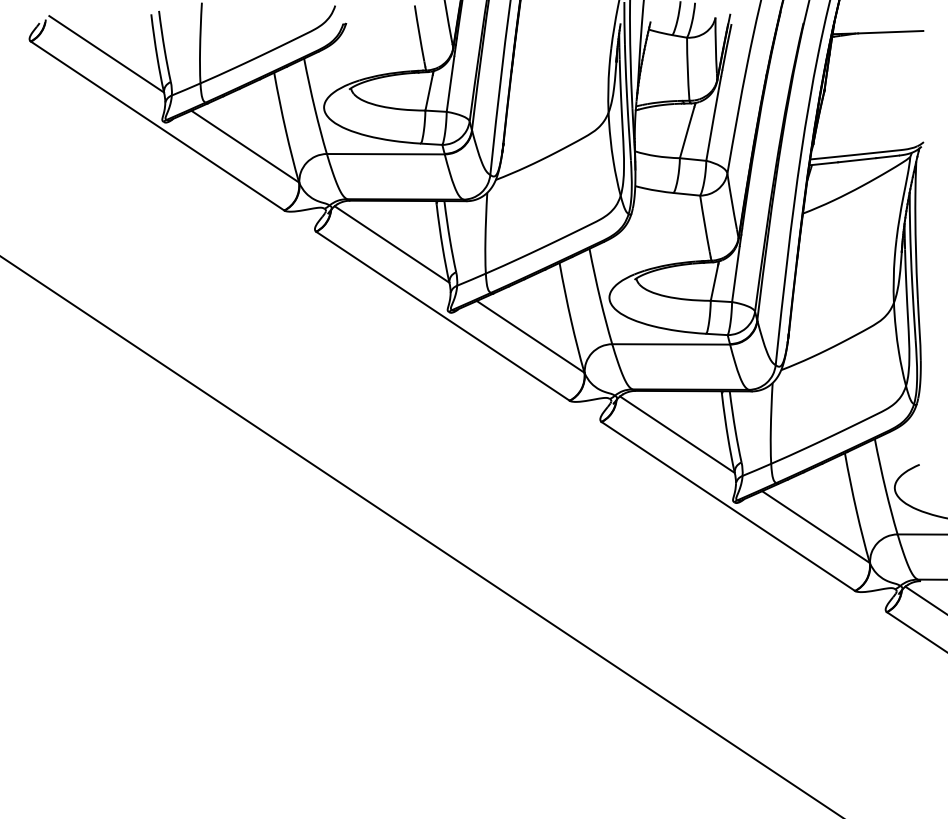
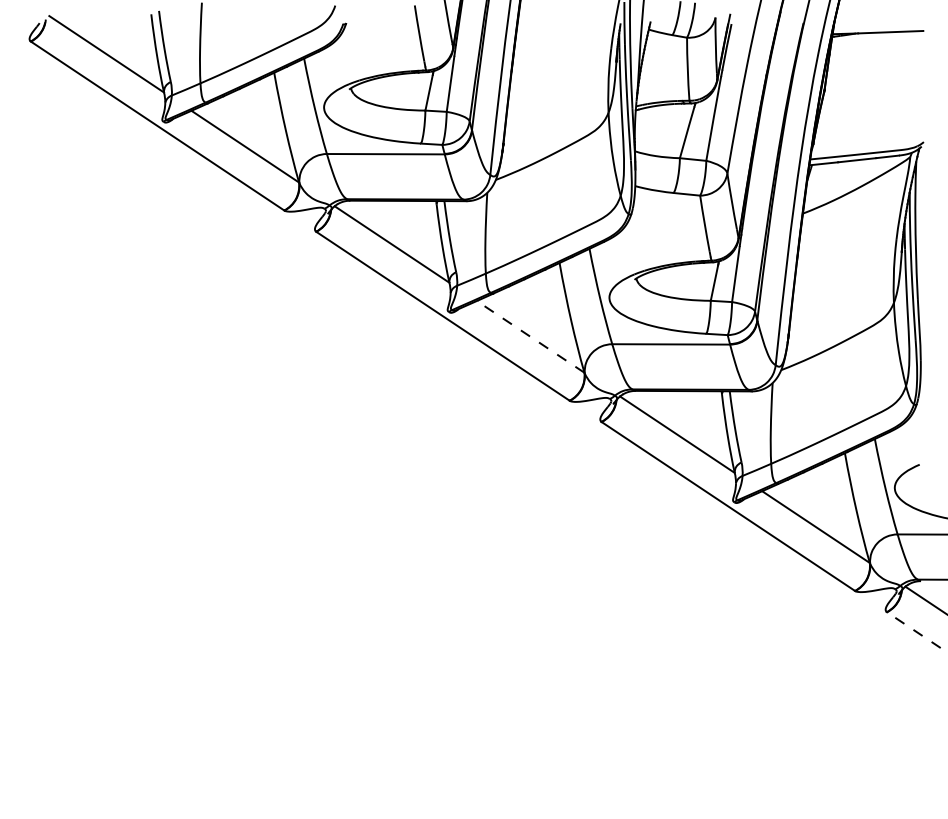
line at (530, 336): solid -> dashed
line at (420, 536): present -> none
line at (916, 632): solid -> dashed
